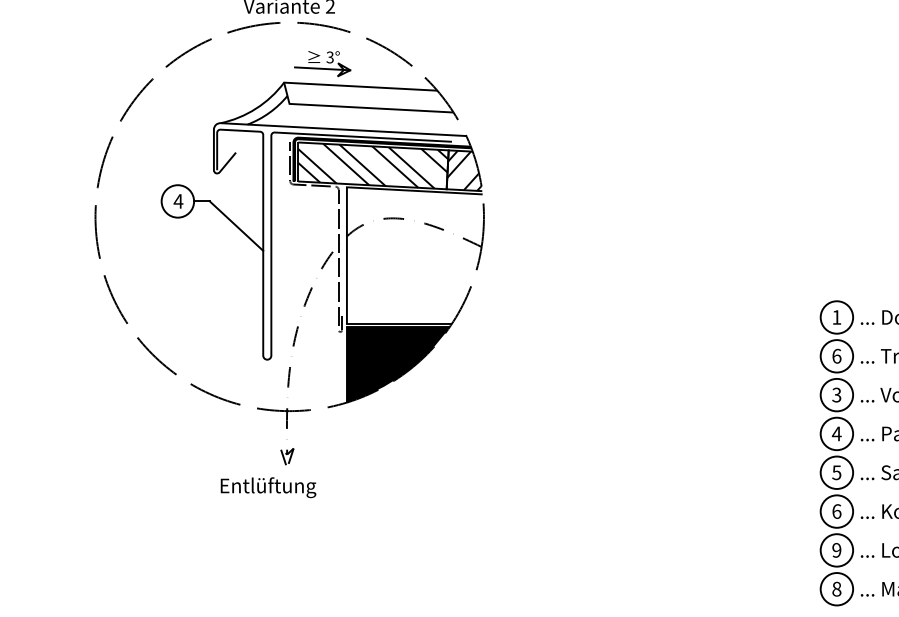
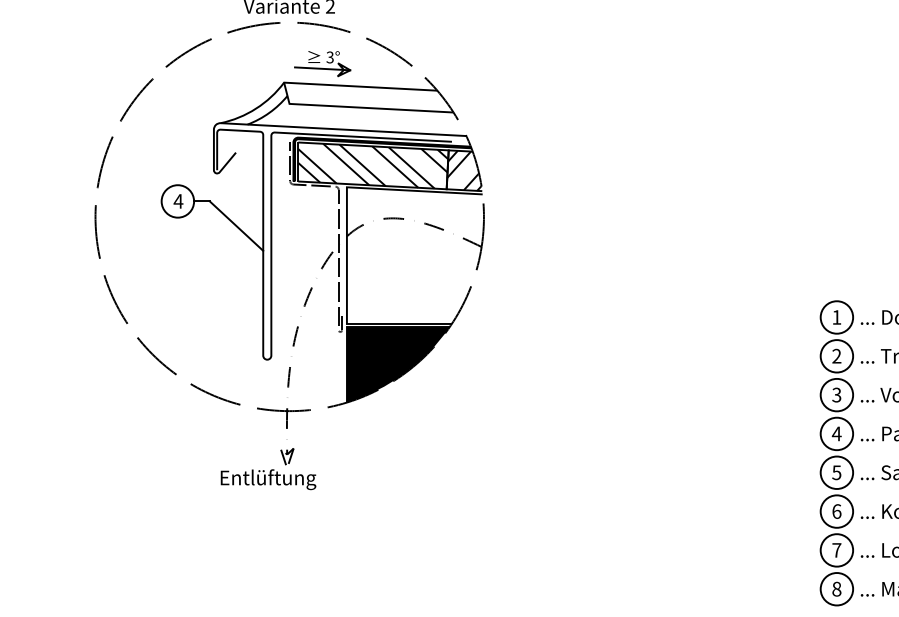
text at (836, 355): 6 -> 2
text at (268, 487) position: (268, 487) -> (268, 479)
text at (836, 550): 9 -> 7
